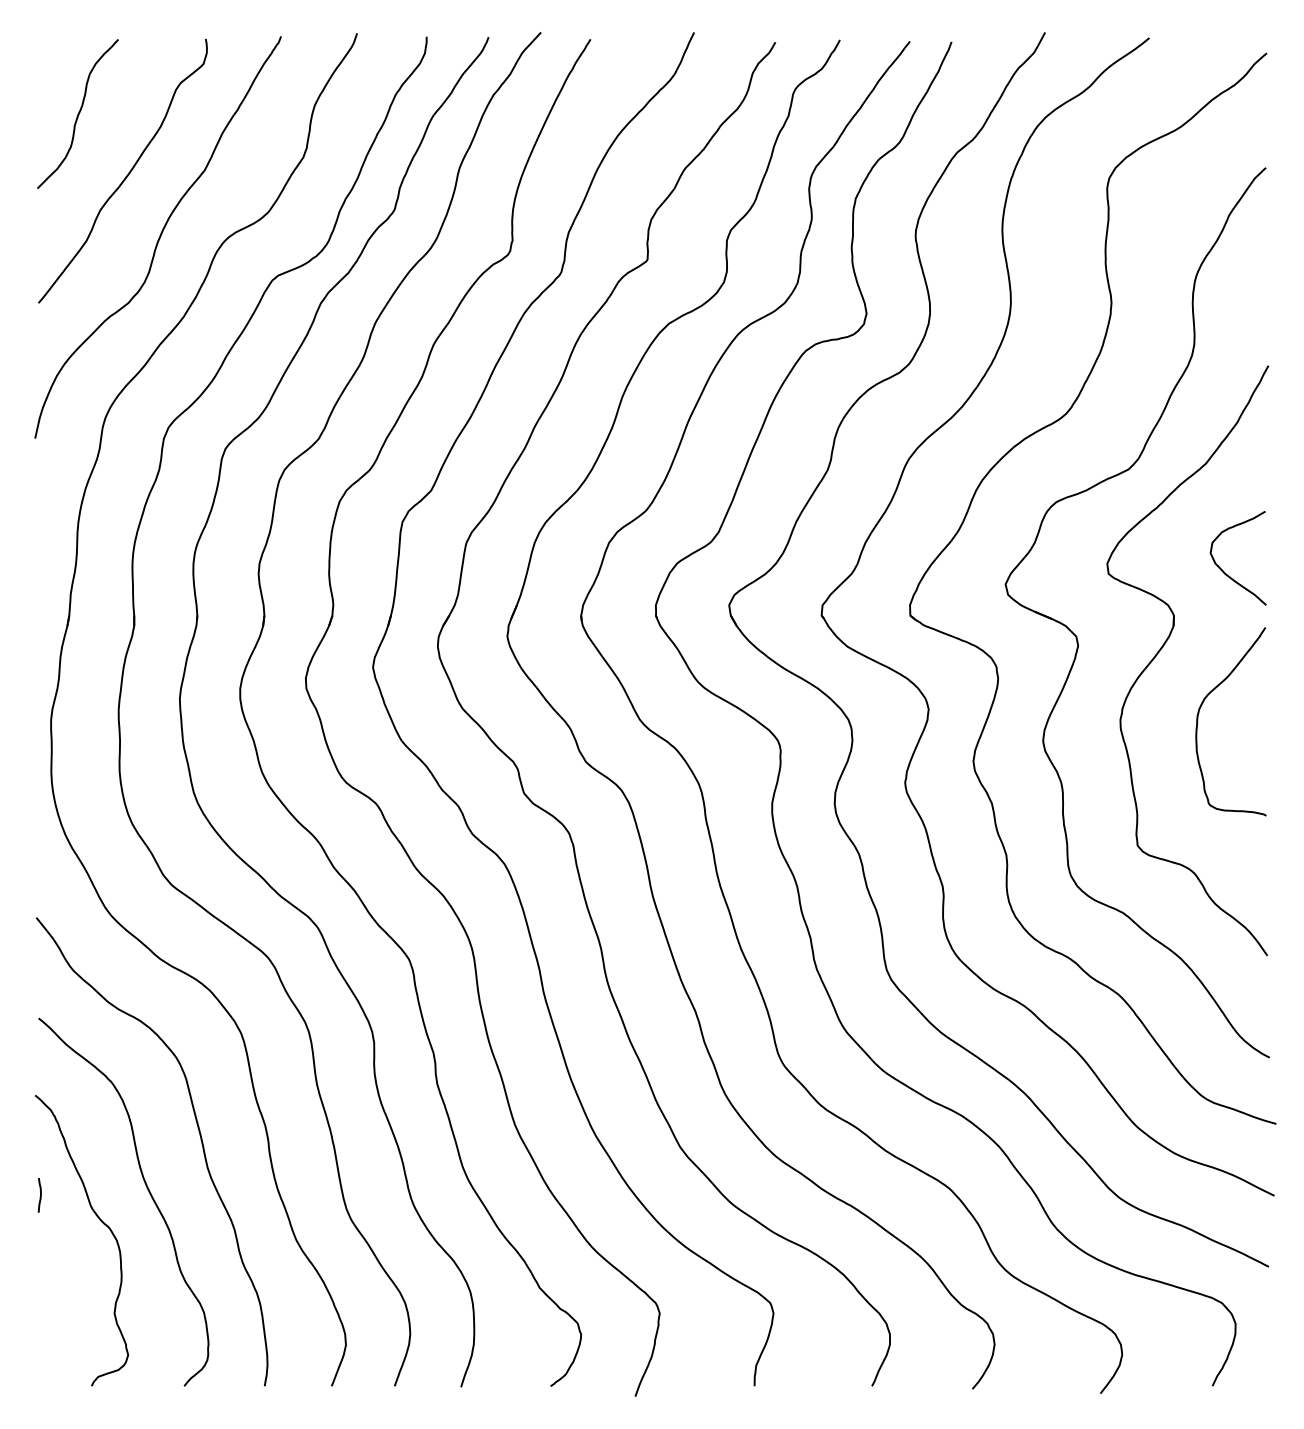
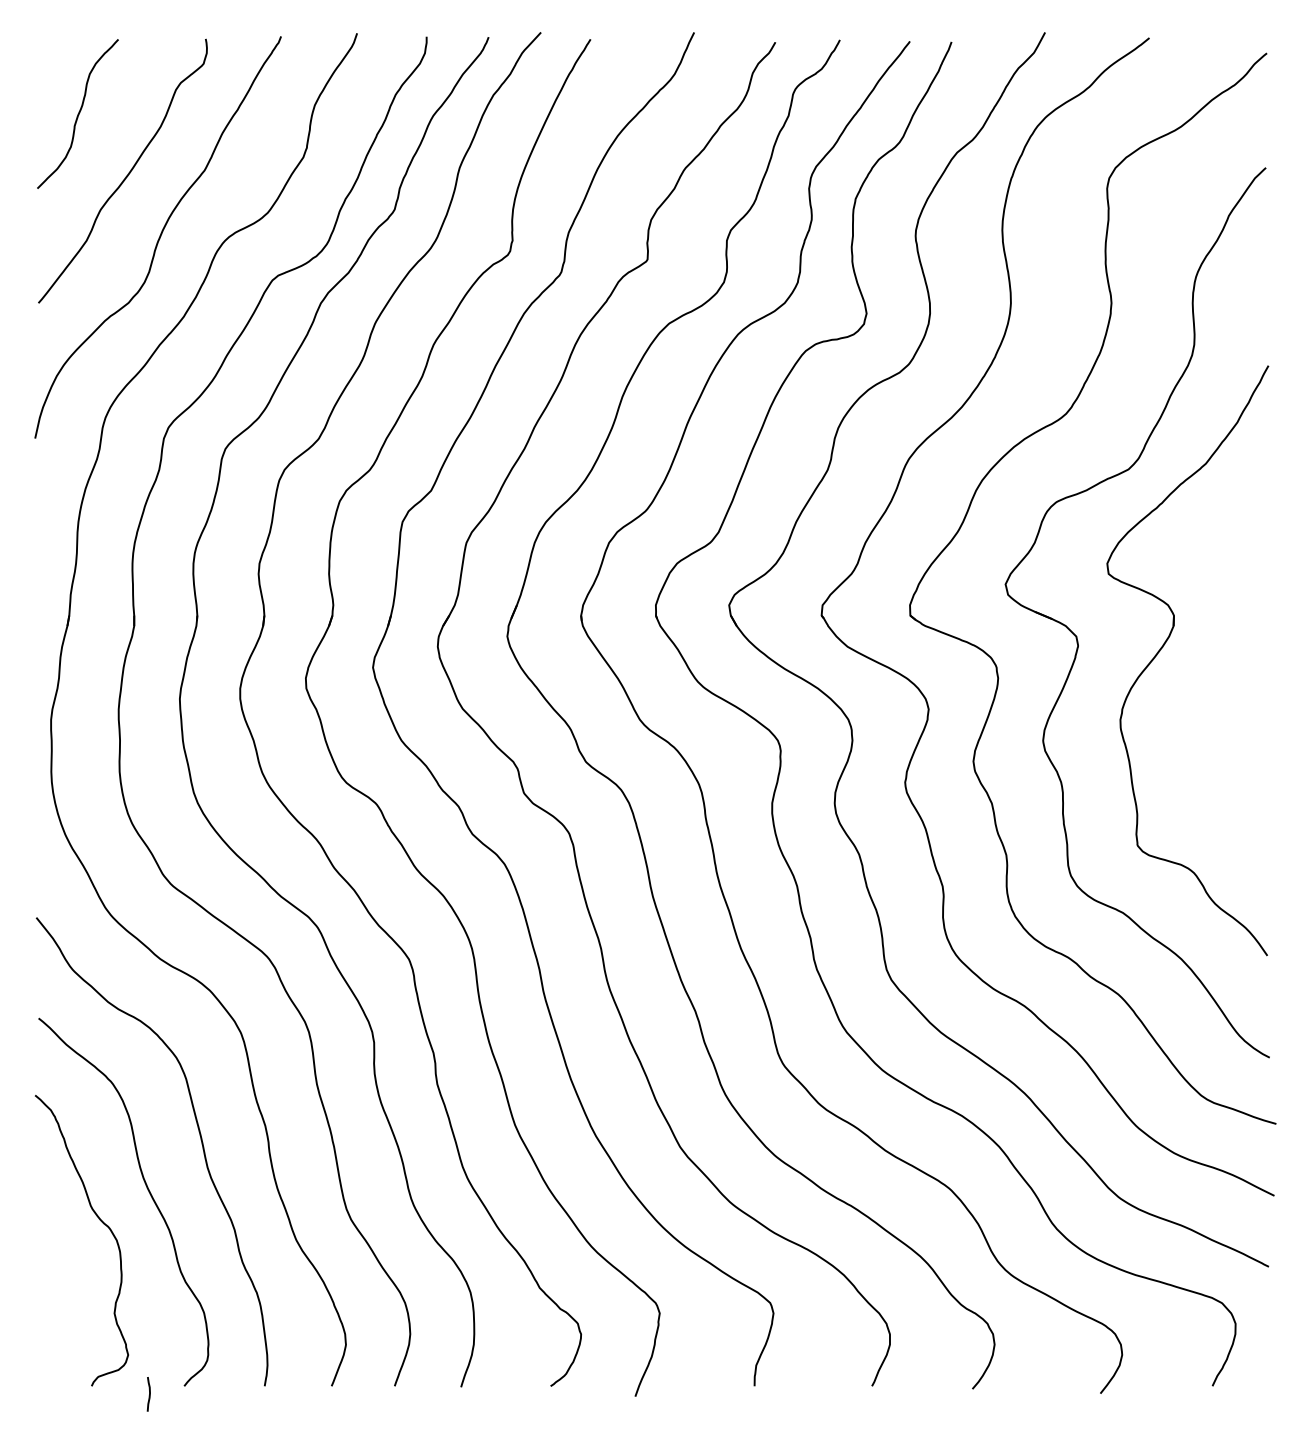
curve at (1224, 571): present -> none
curve at (1198, 721): present -> none
curve at (40, 1195) position: (40, 1195) -> (149, 1394)
